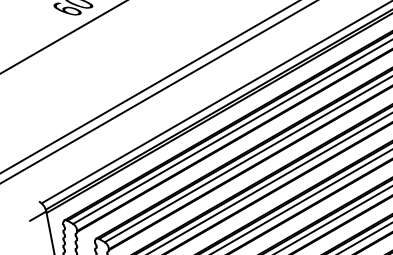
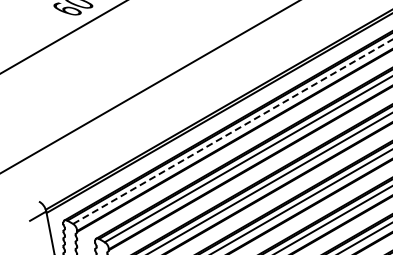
line at (158, 92): present -> none
line at (215, 102): present -> none
line at (233, 131): solid -> dashed
